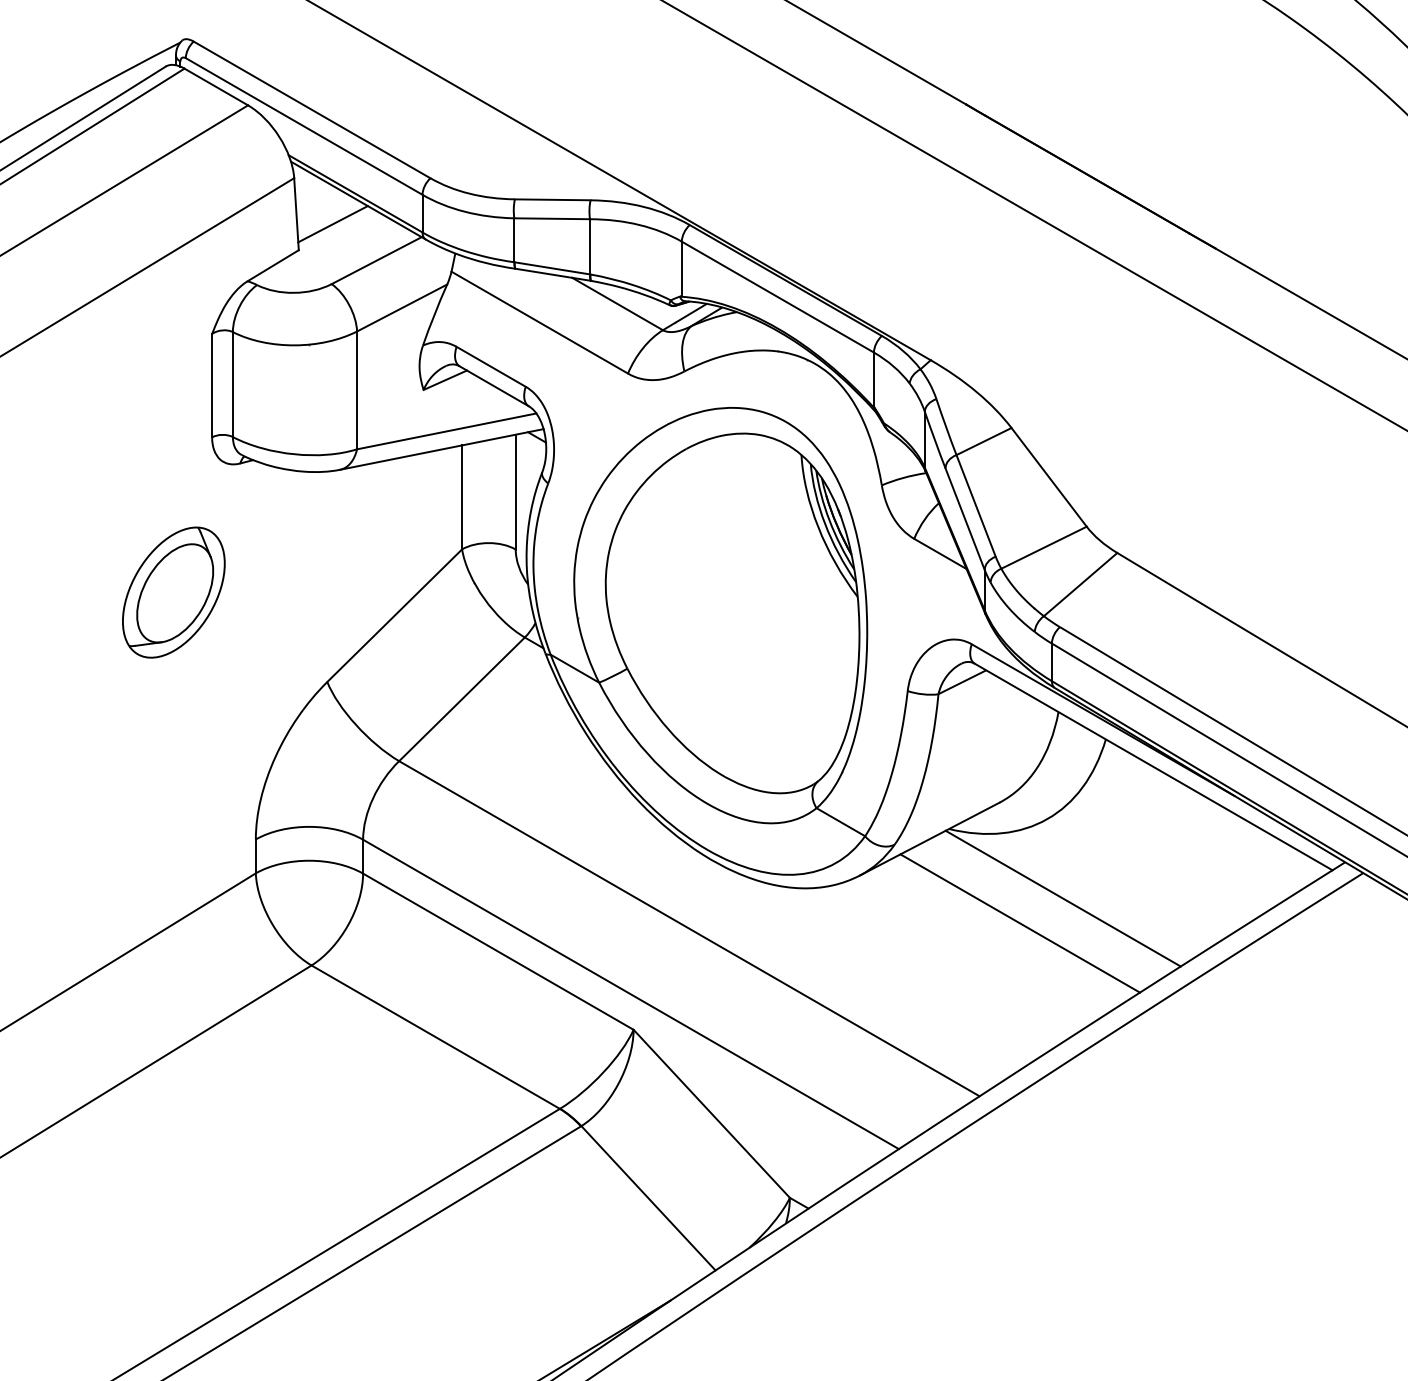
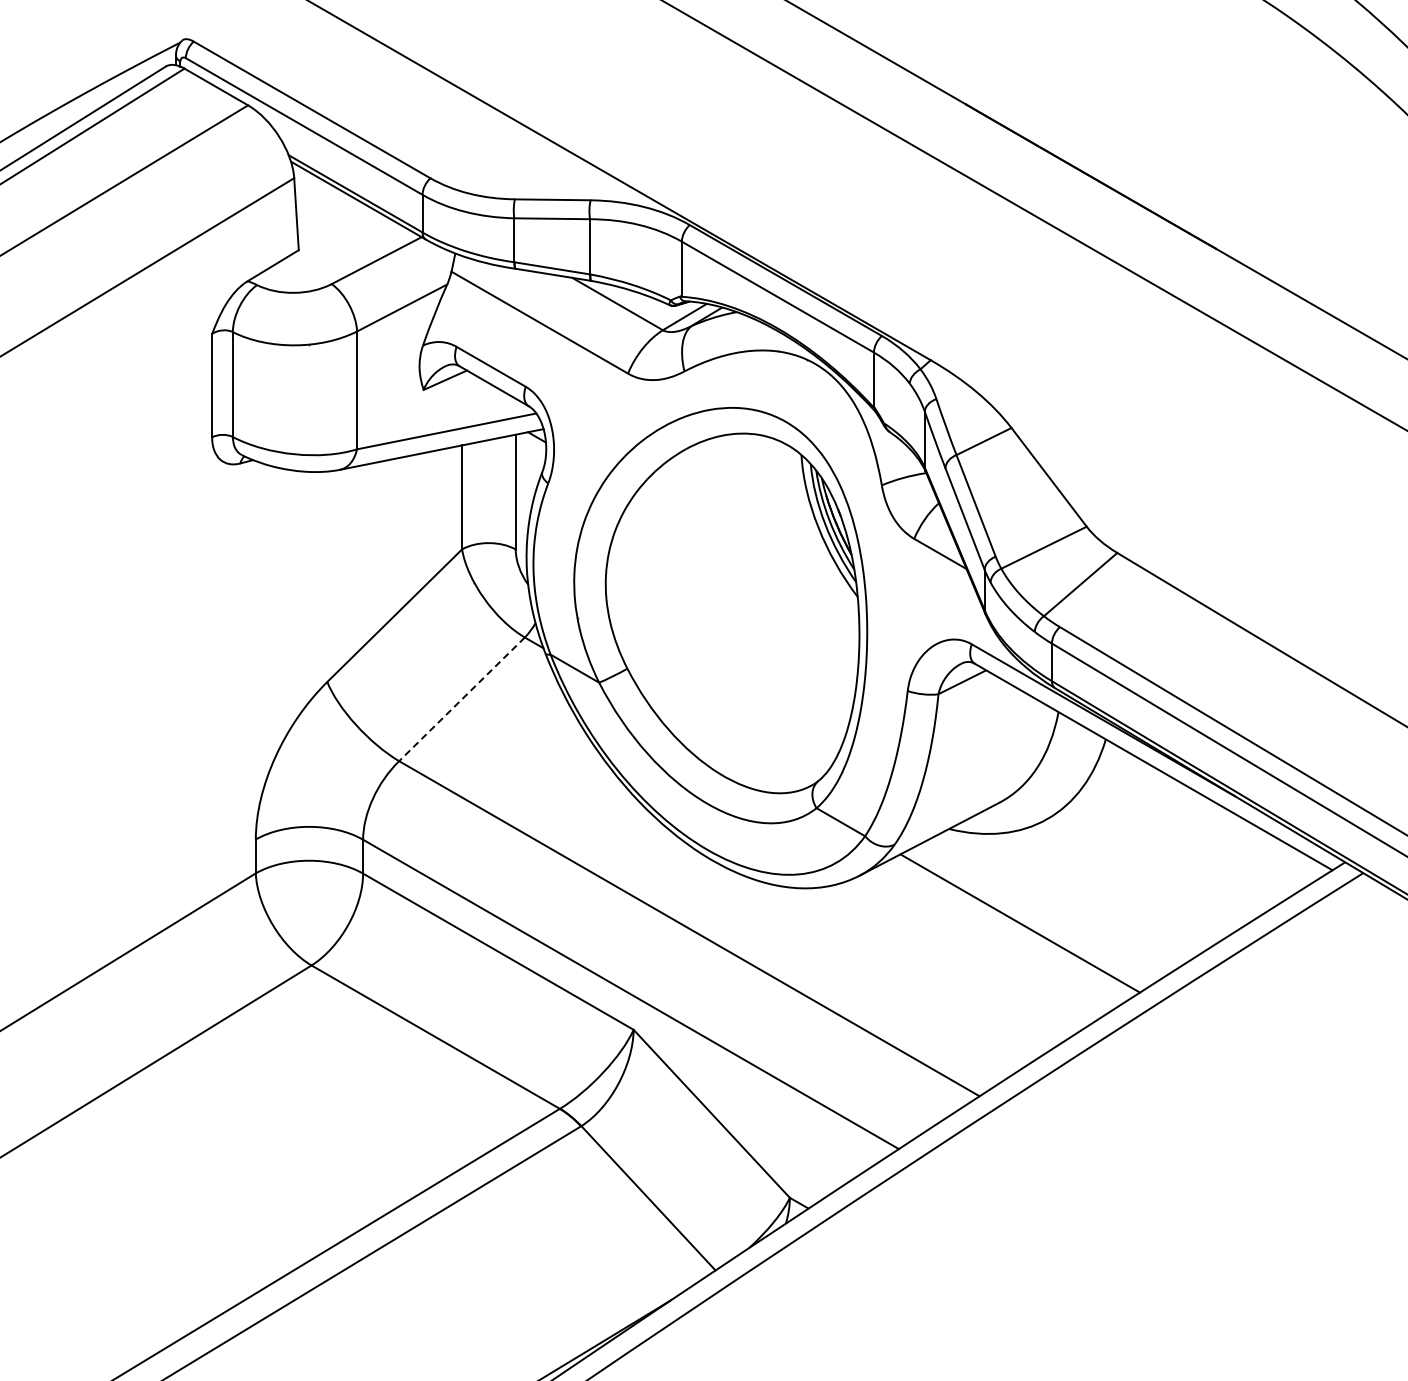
line at (332, 224): present -> none
part at (173, 592): present -> none
line at (461, 699): solid -> dashed
line at (1062, 898): present -> none
